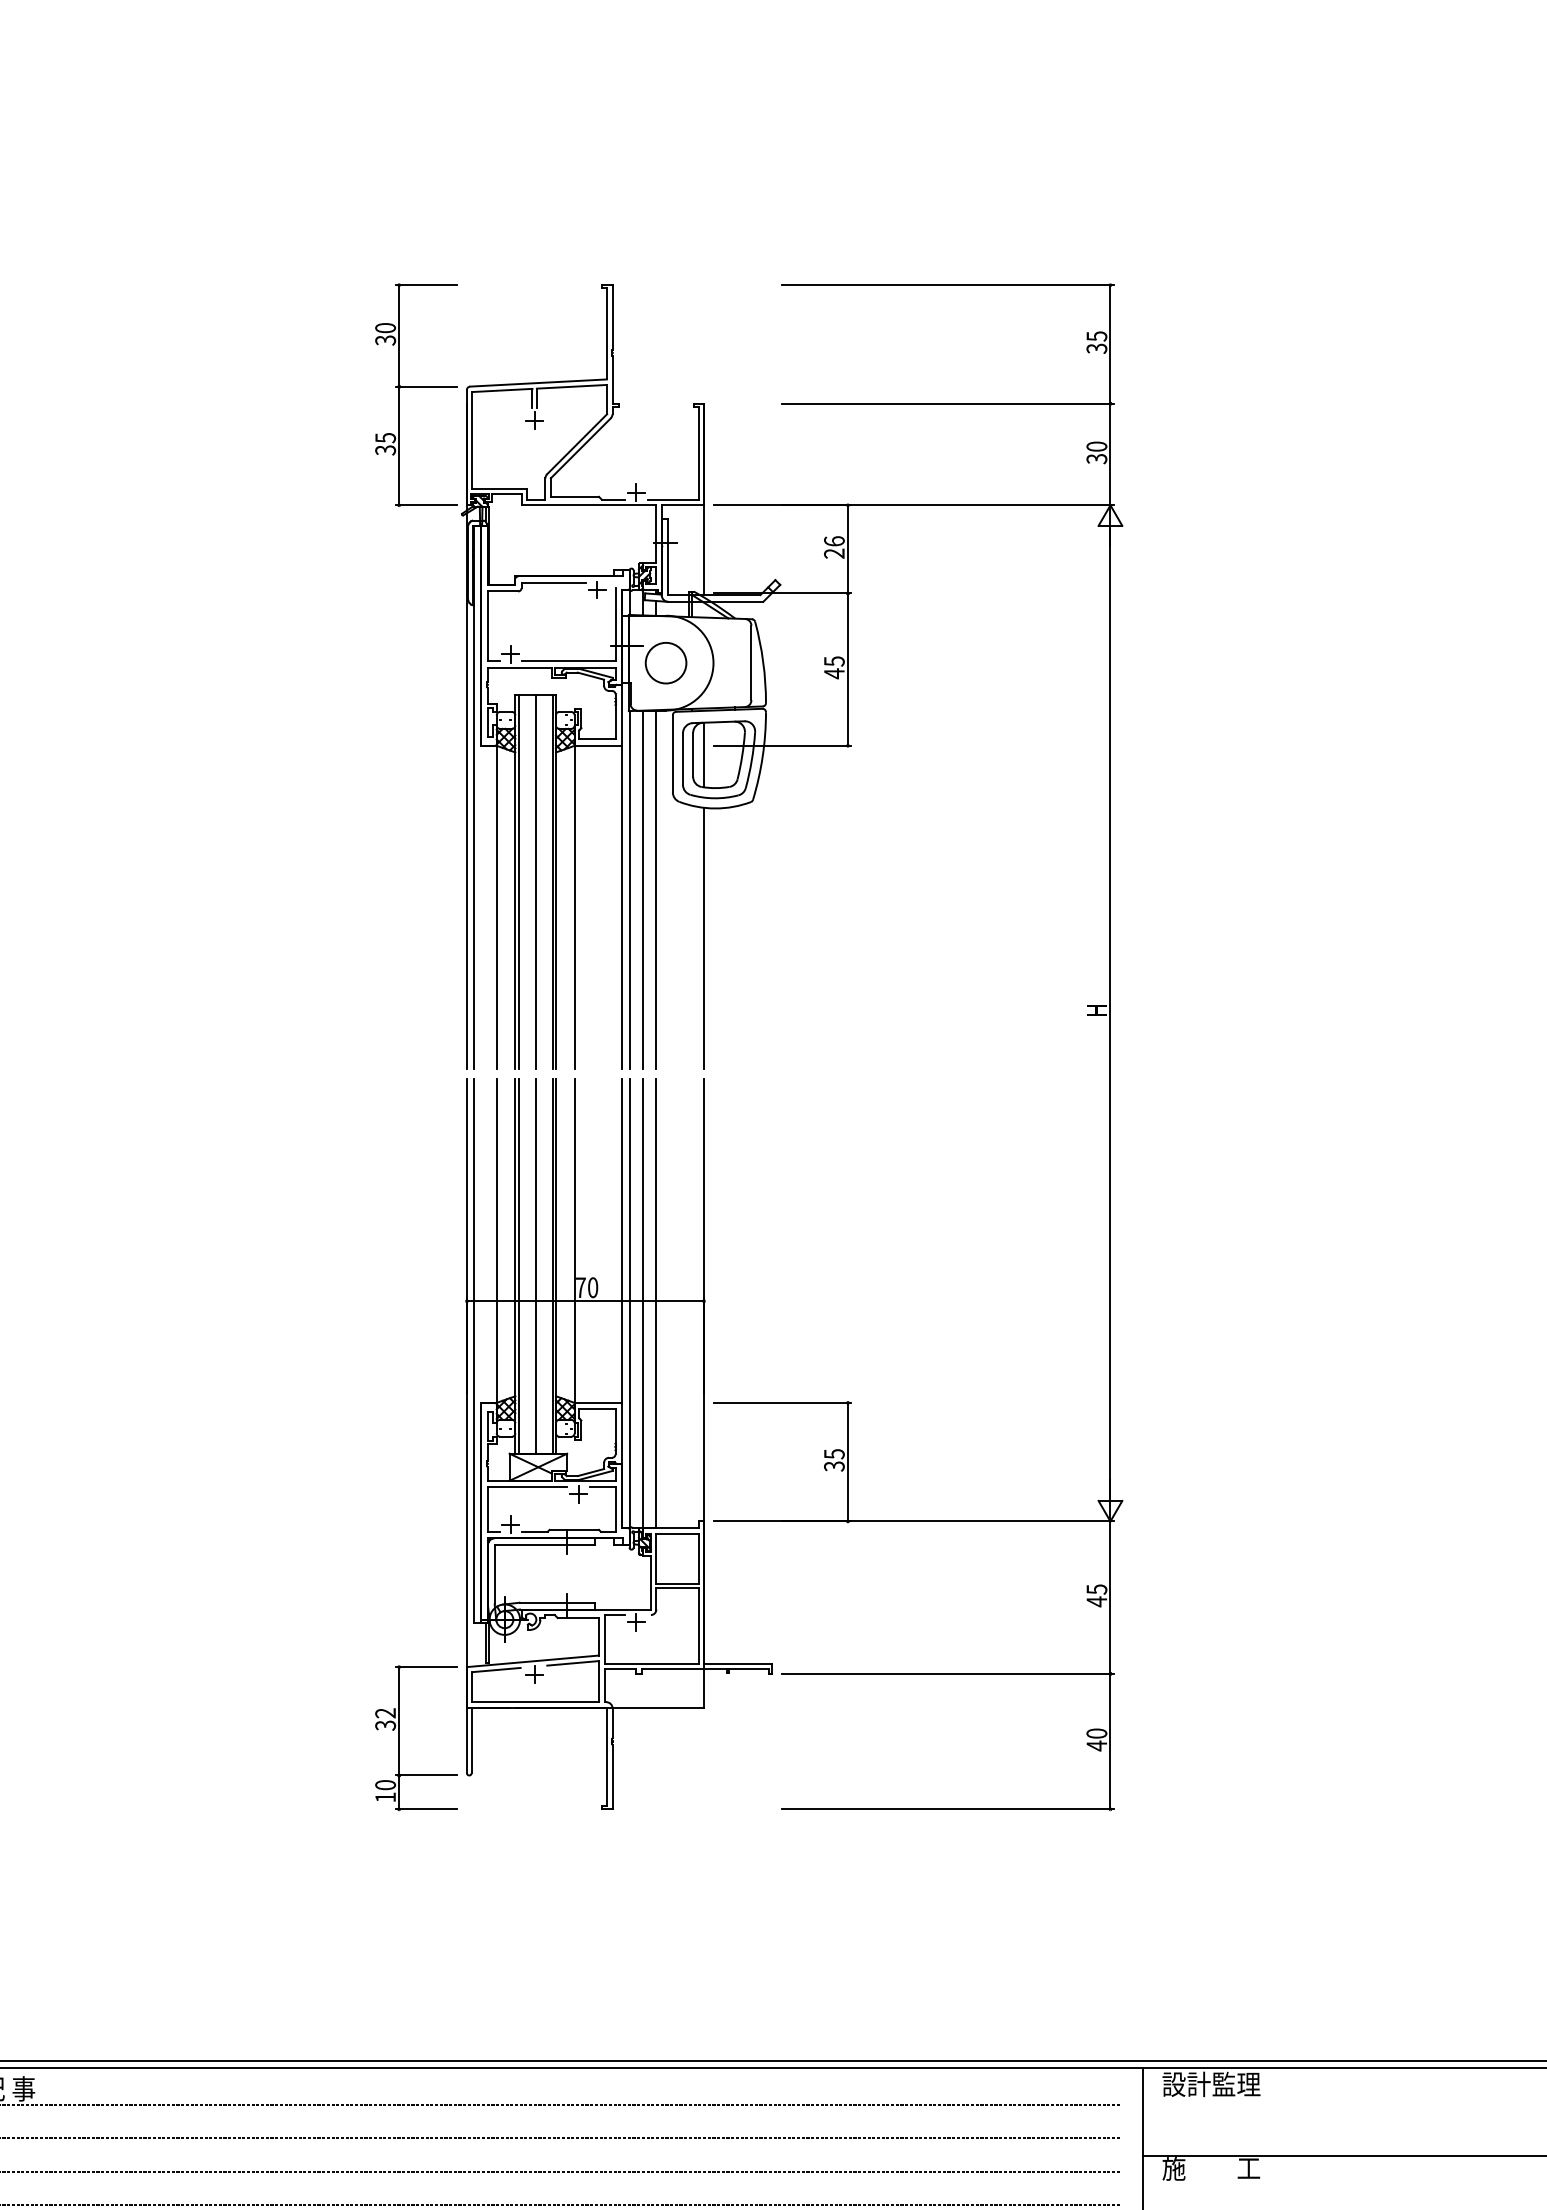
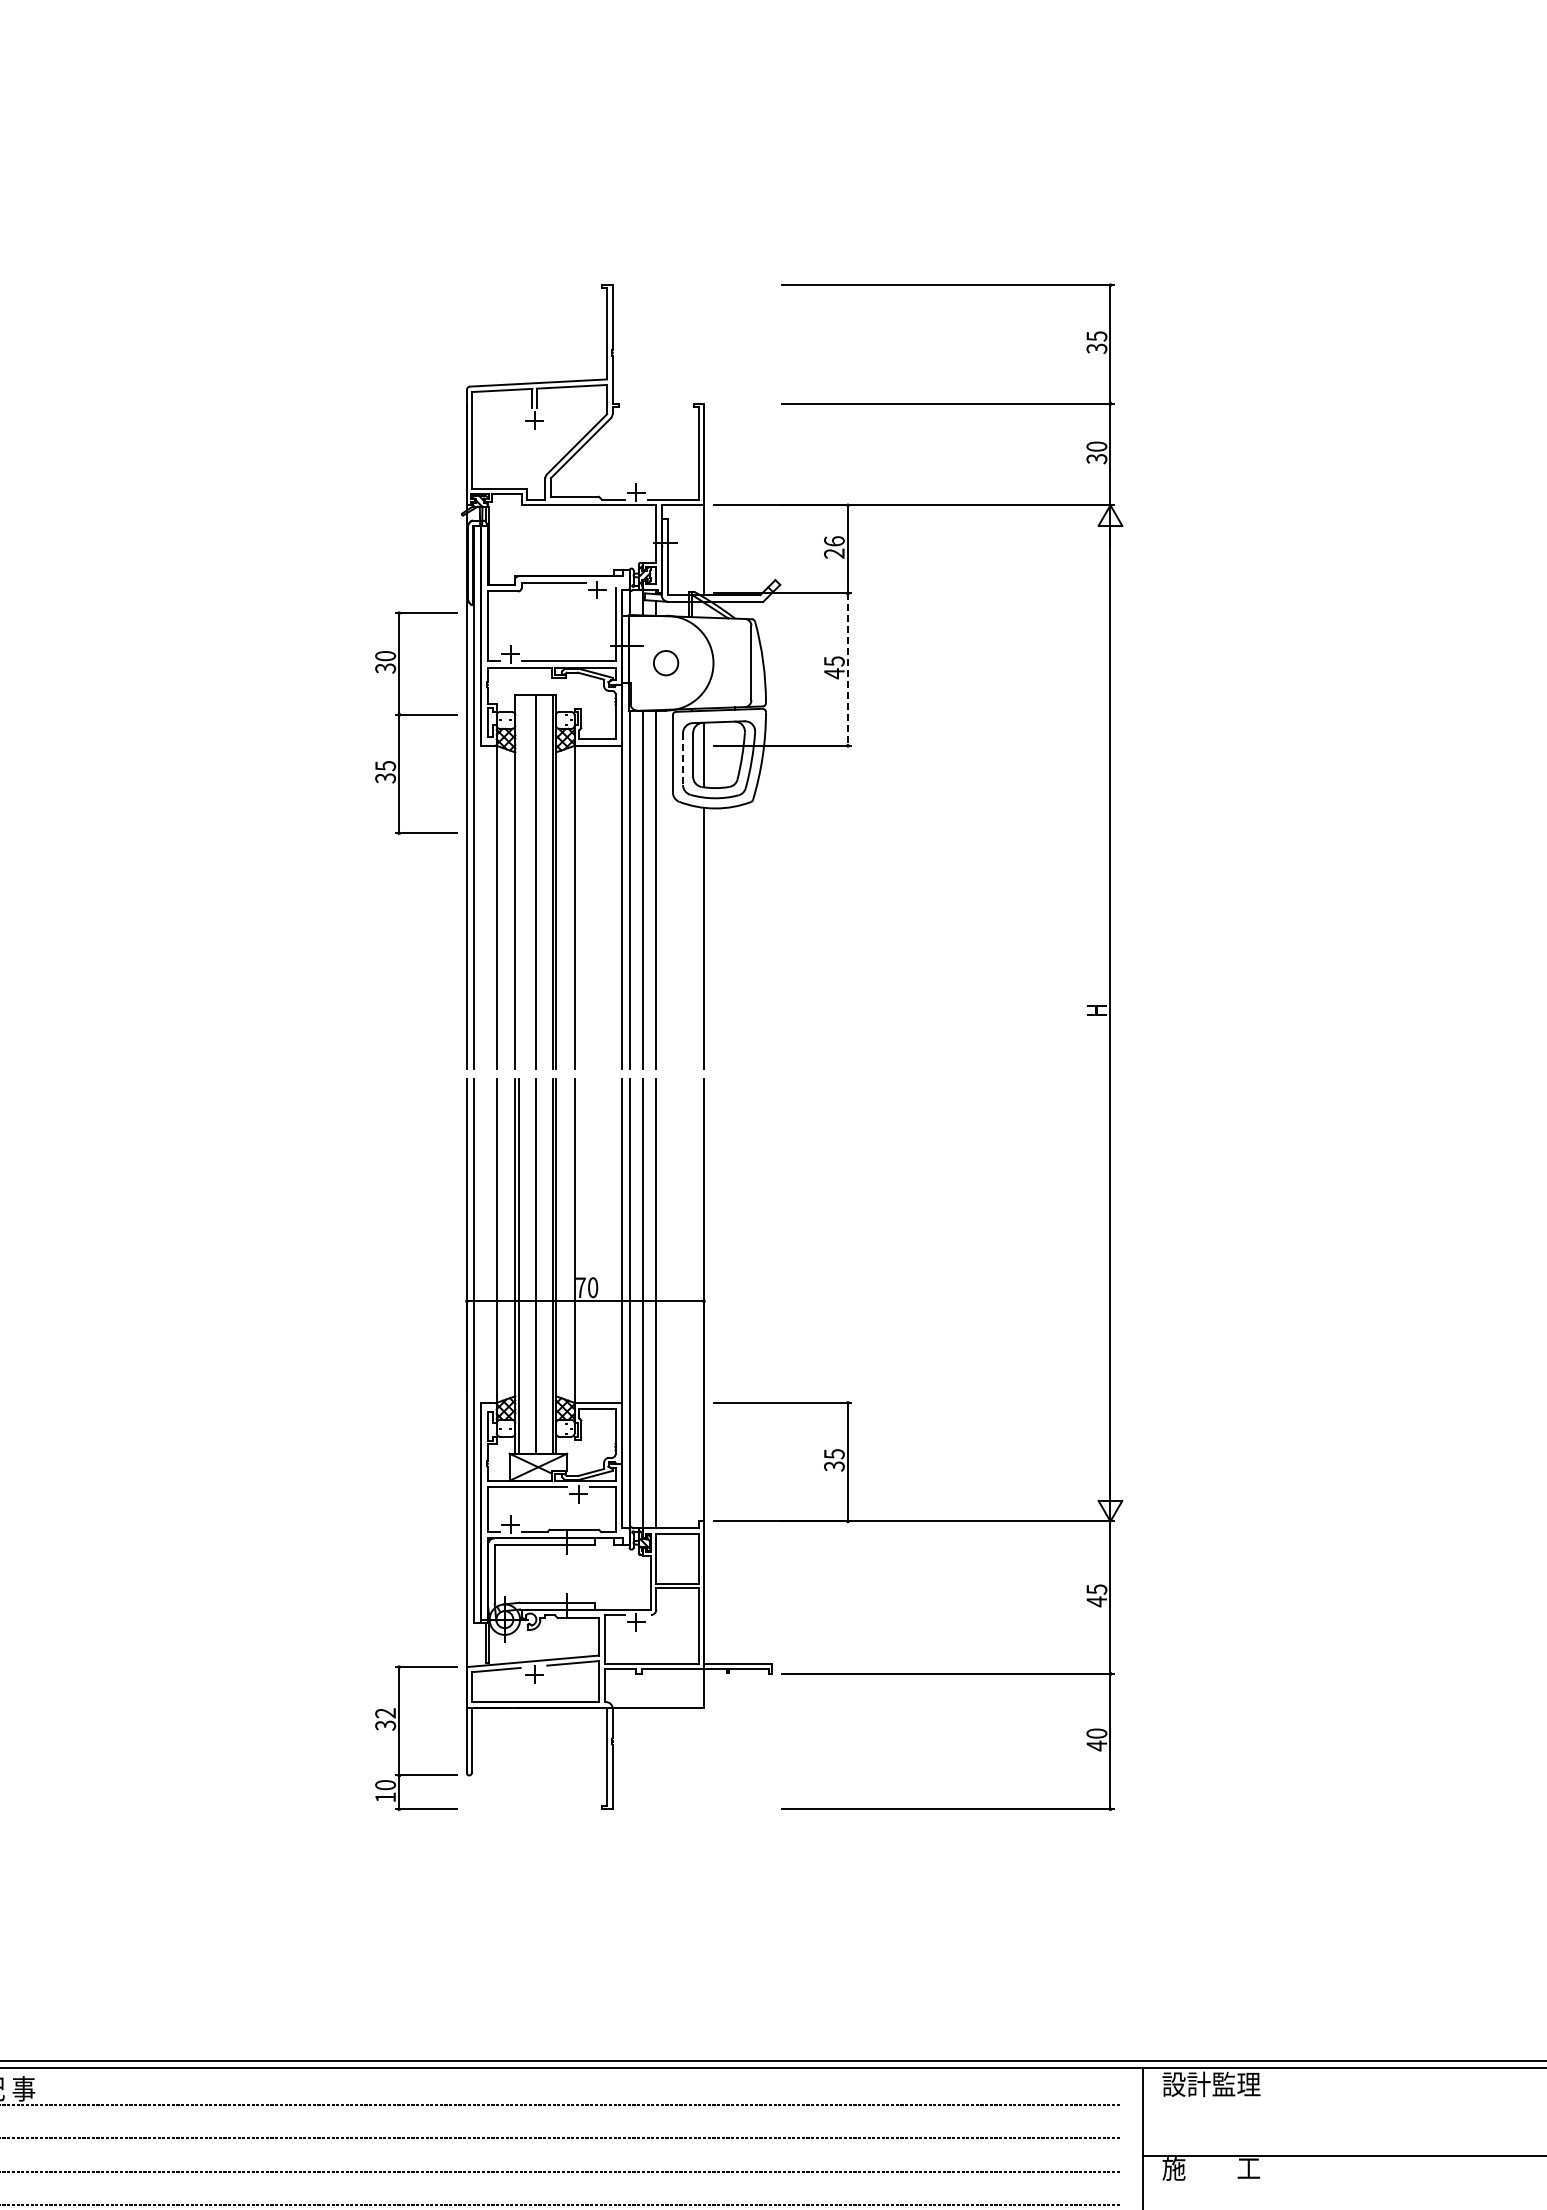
part at (416, 387) position: (416, 387) -> (416, 715)
circle at (665, 662) diameter: 41 px -> 24 px
line at (847, 670): solid -> dashed
line at (683, 759): solid -> dashed
line at (518, 882): present -> none
